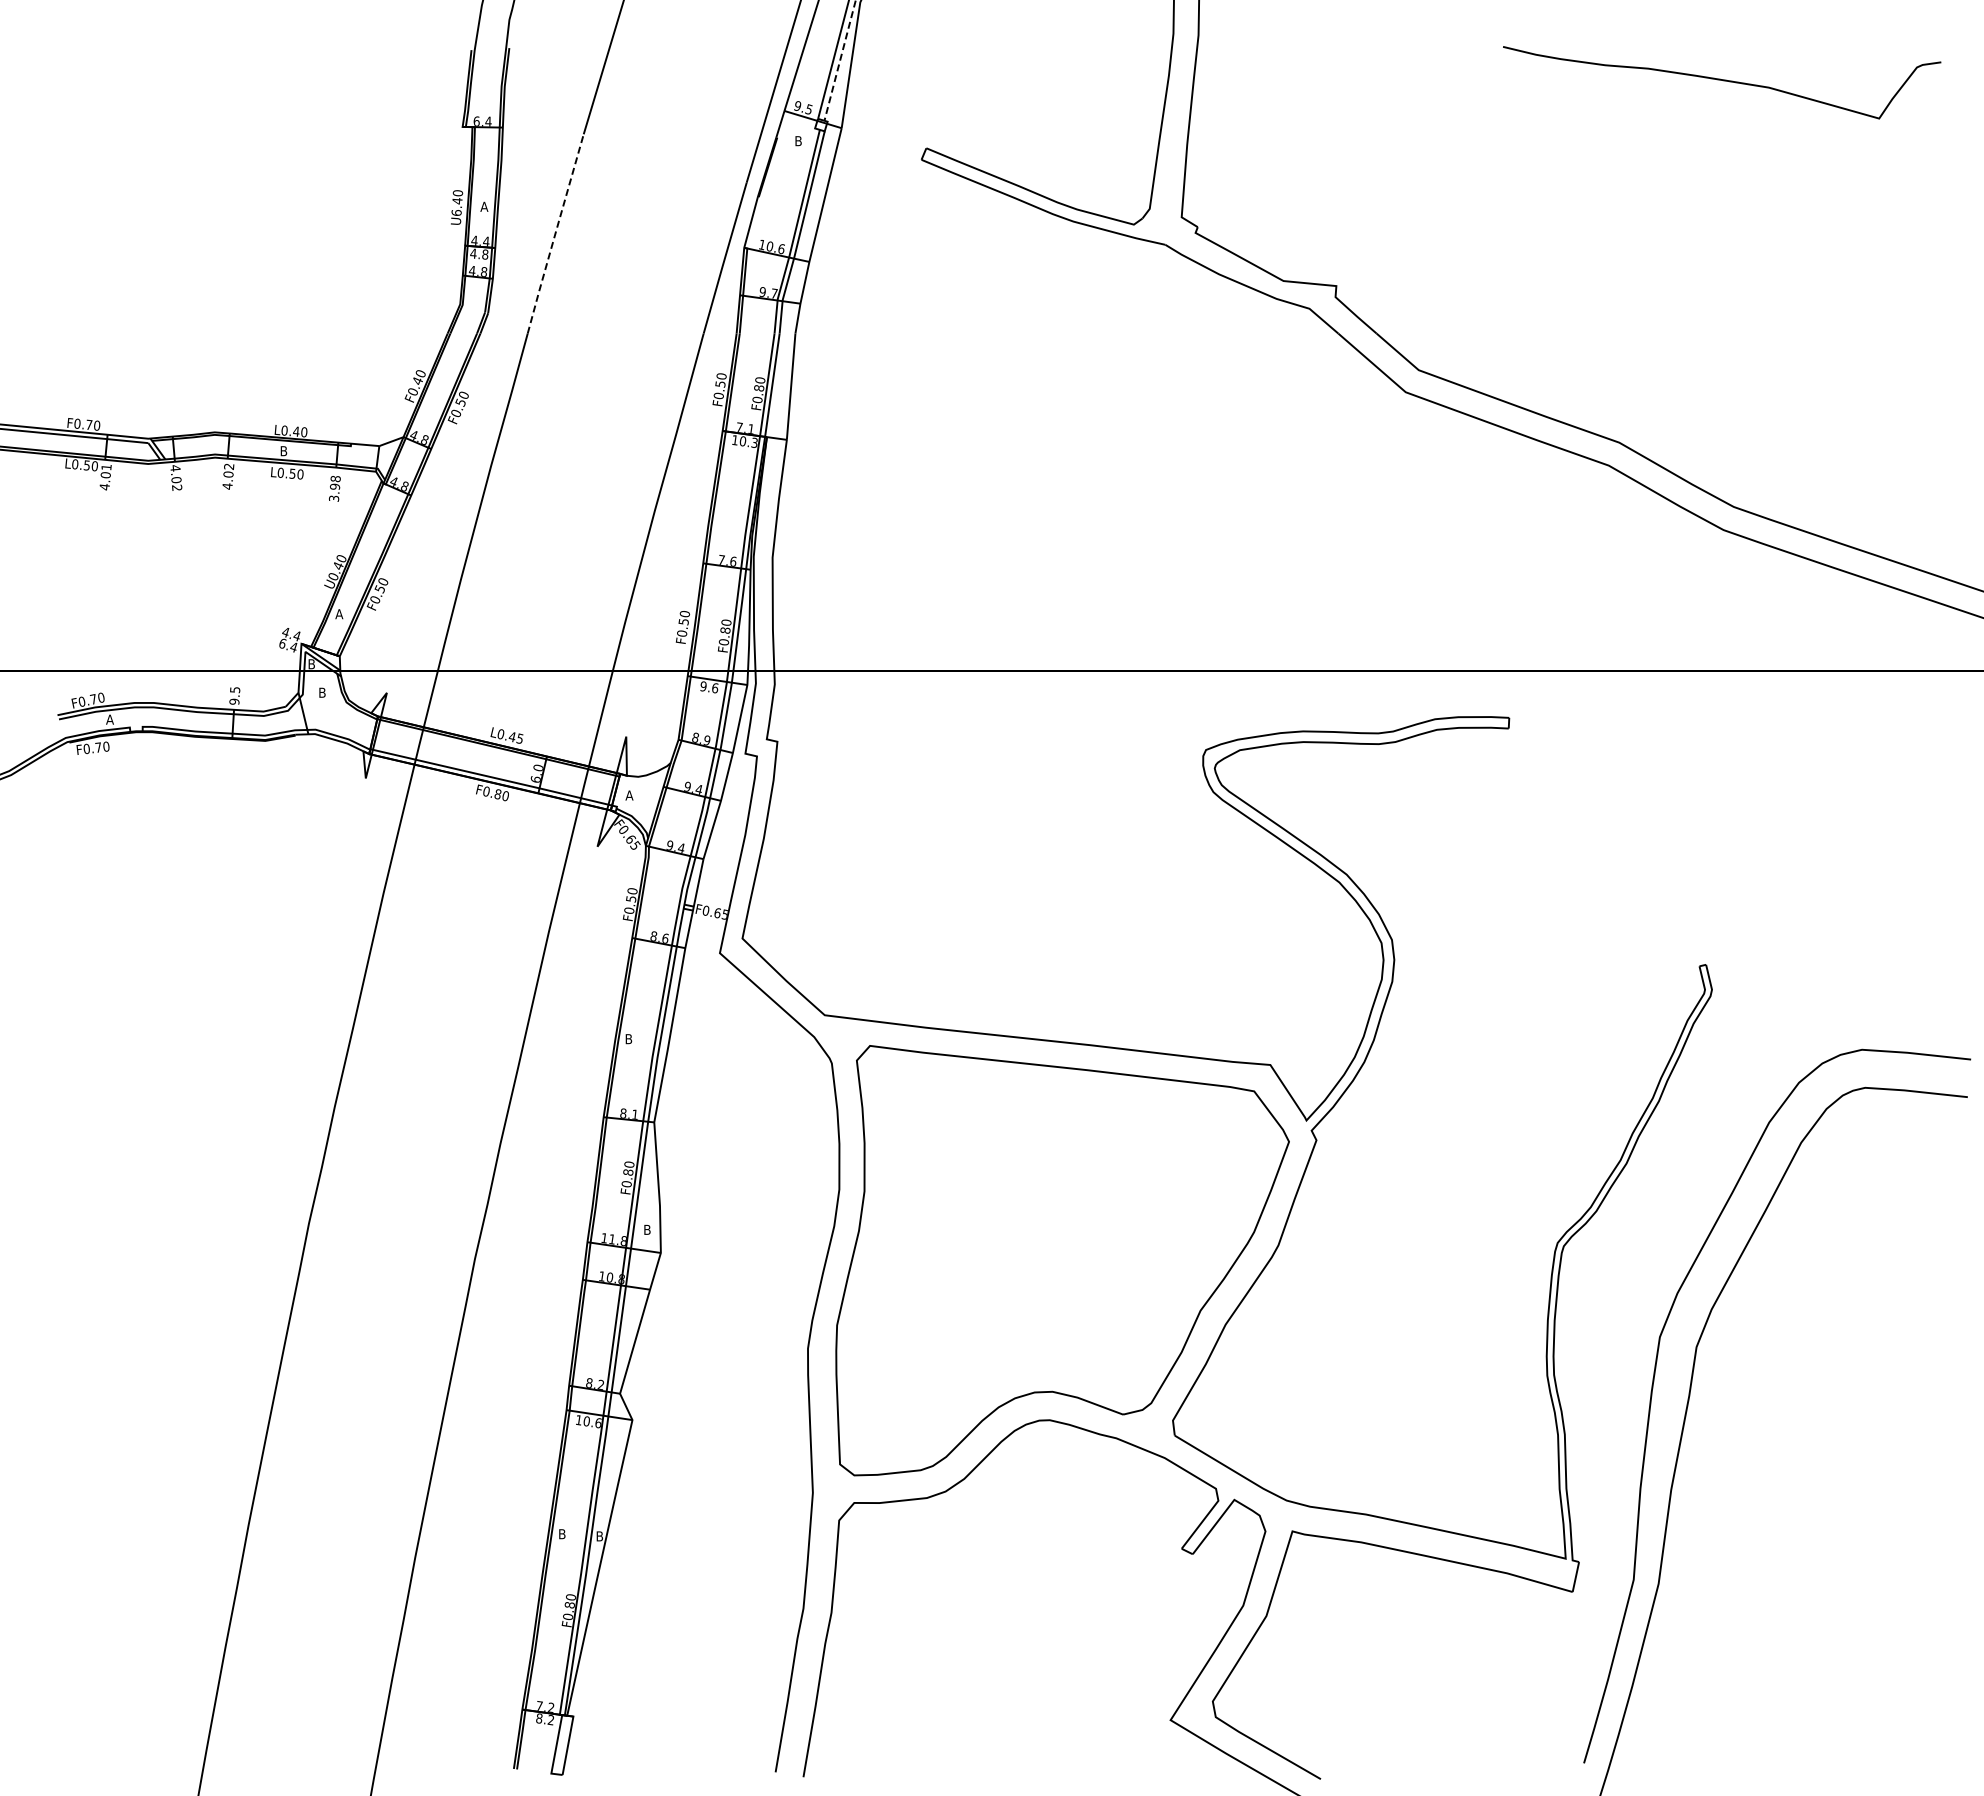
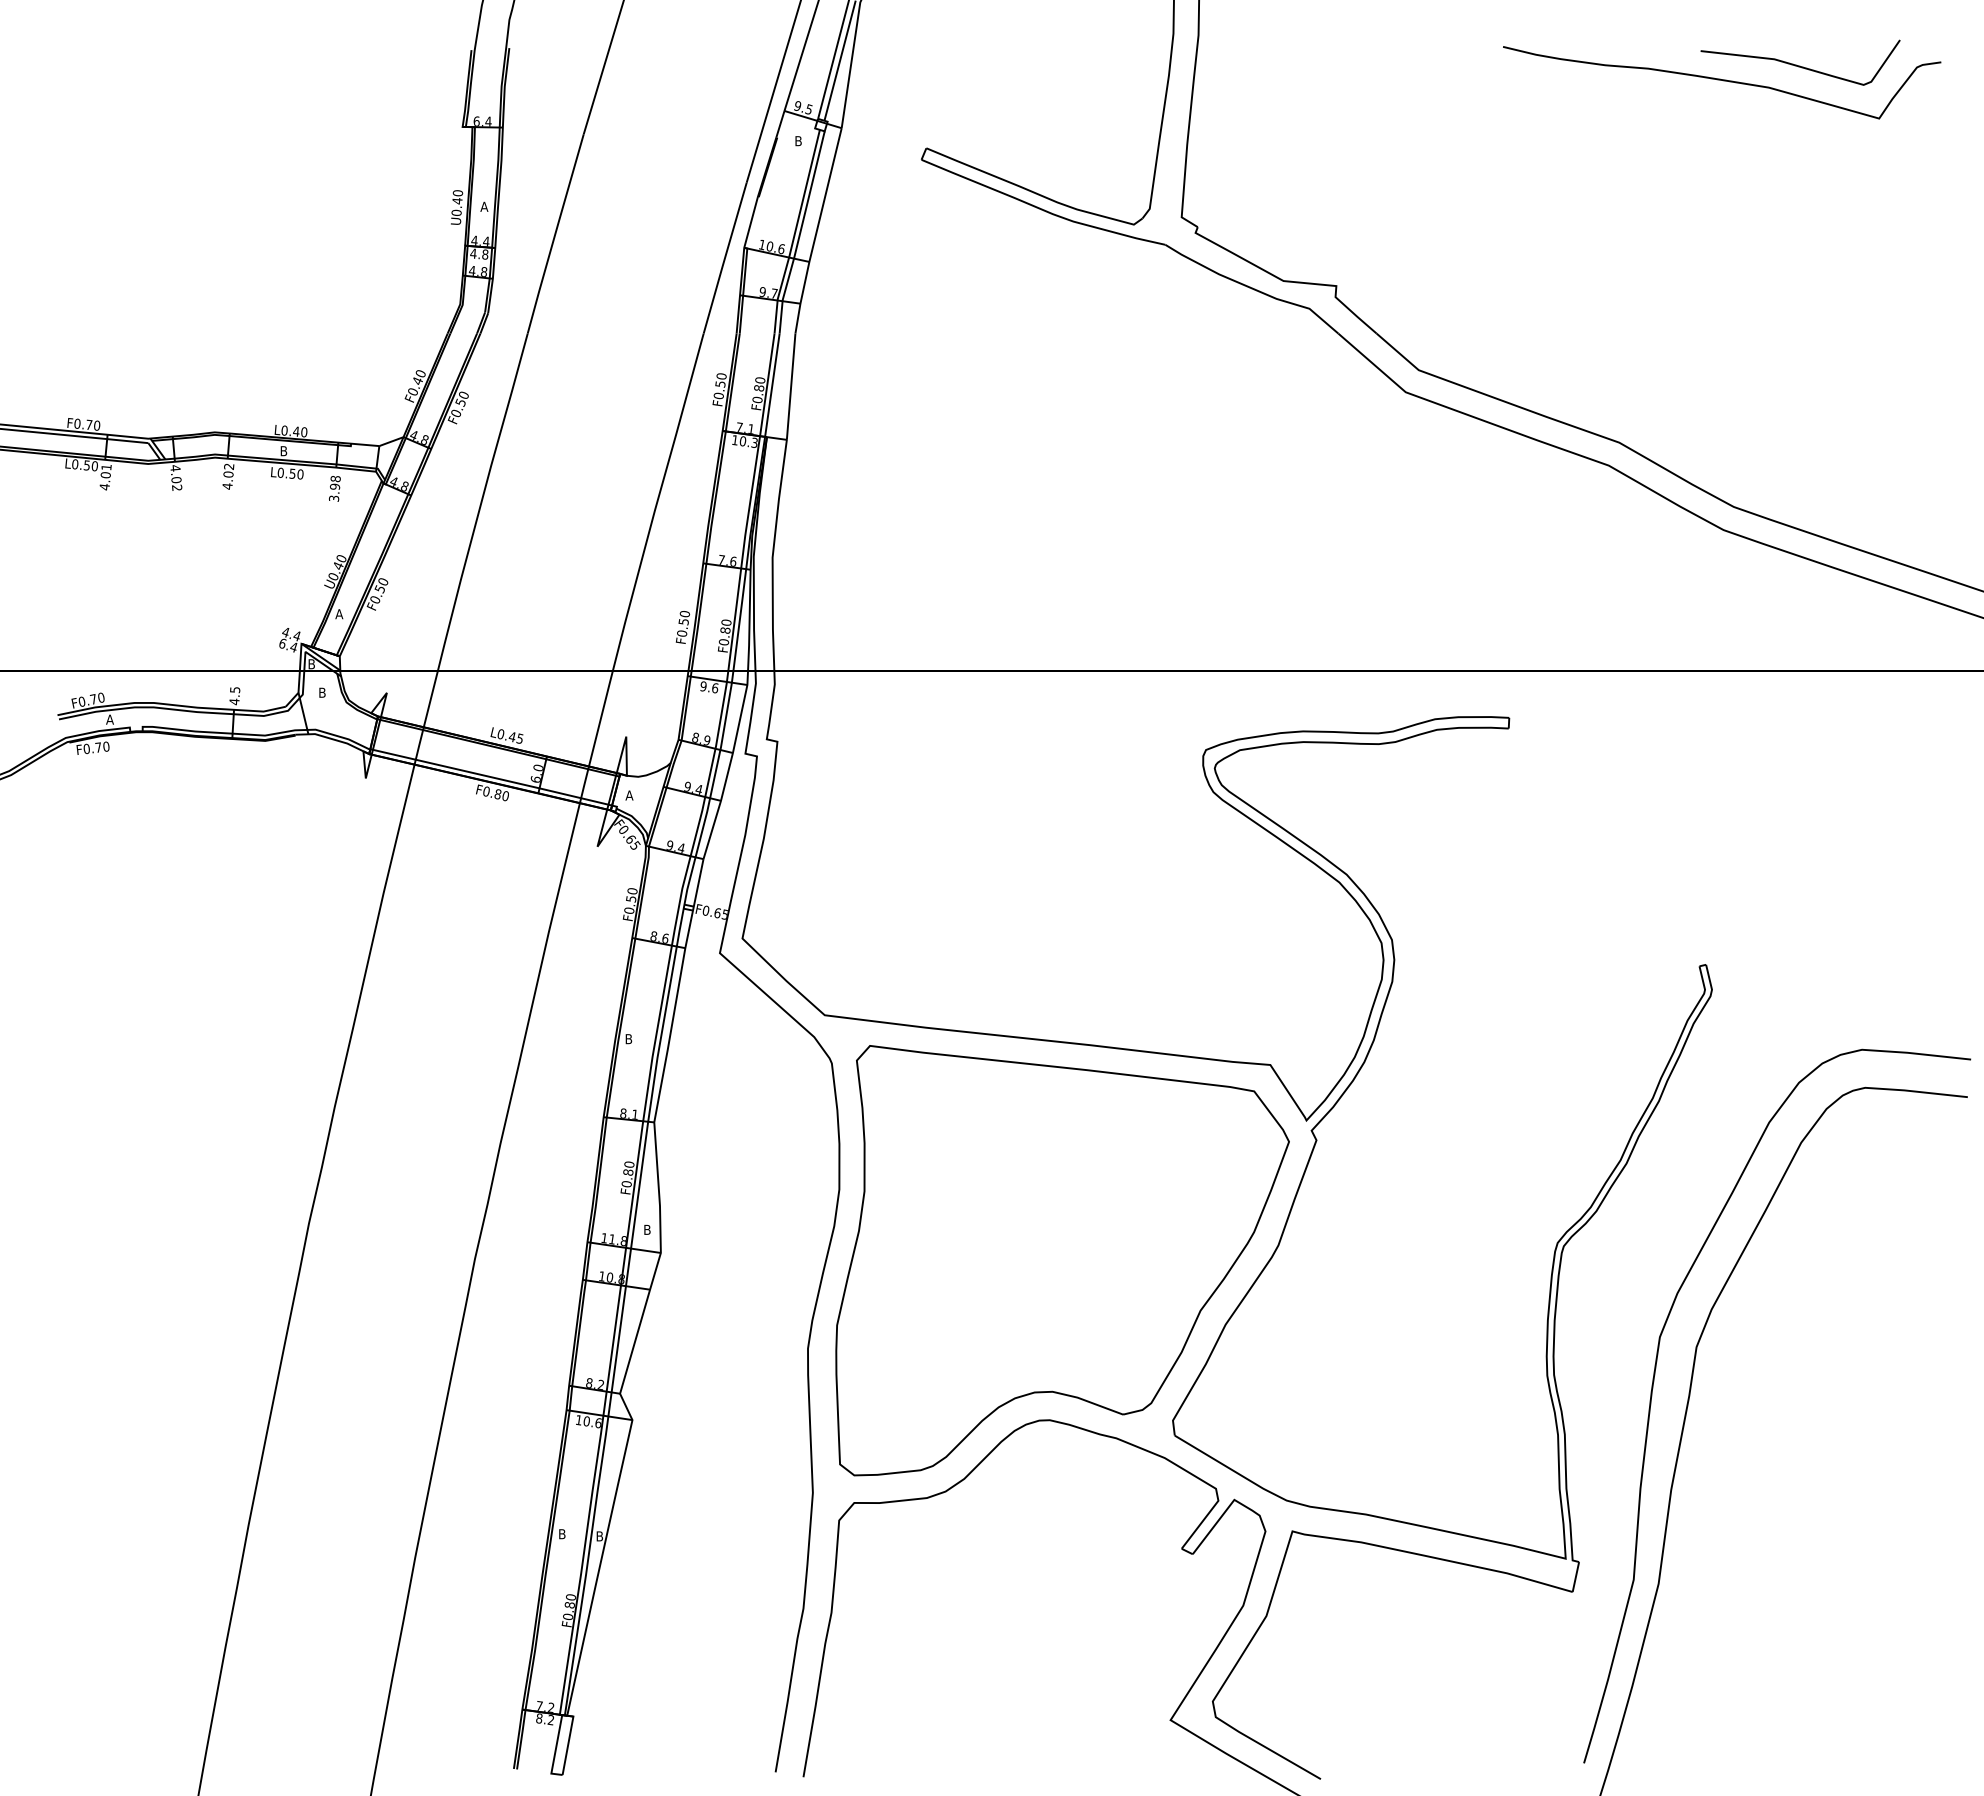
line at (839, 61): dashed -> solid
curve at (1800, 65): none -> present
text at (456, 212): U6.40 -> U0.40
line at (555, 233): dashed -> solid
text at (234, 701): 9.5 -> 4.5
